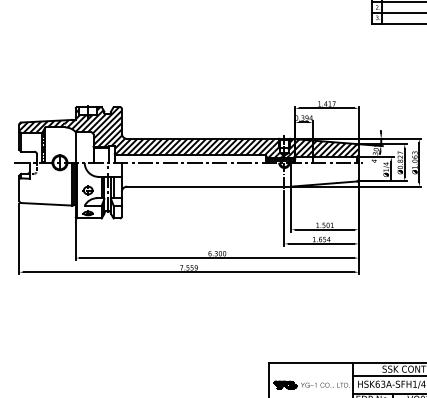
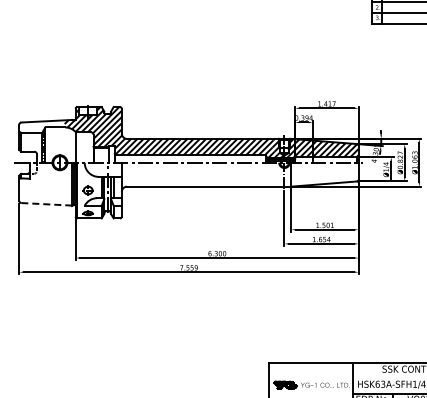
hatch at (41, 126): present -> none
line at (46, 204): solid -> dashed
line at (388, 375): present -> none
